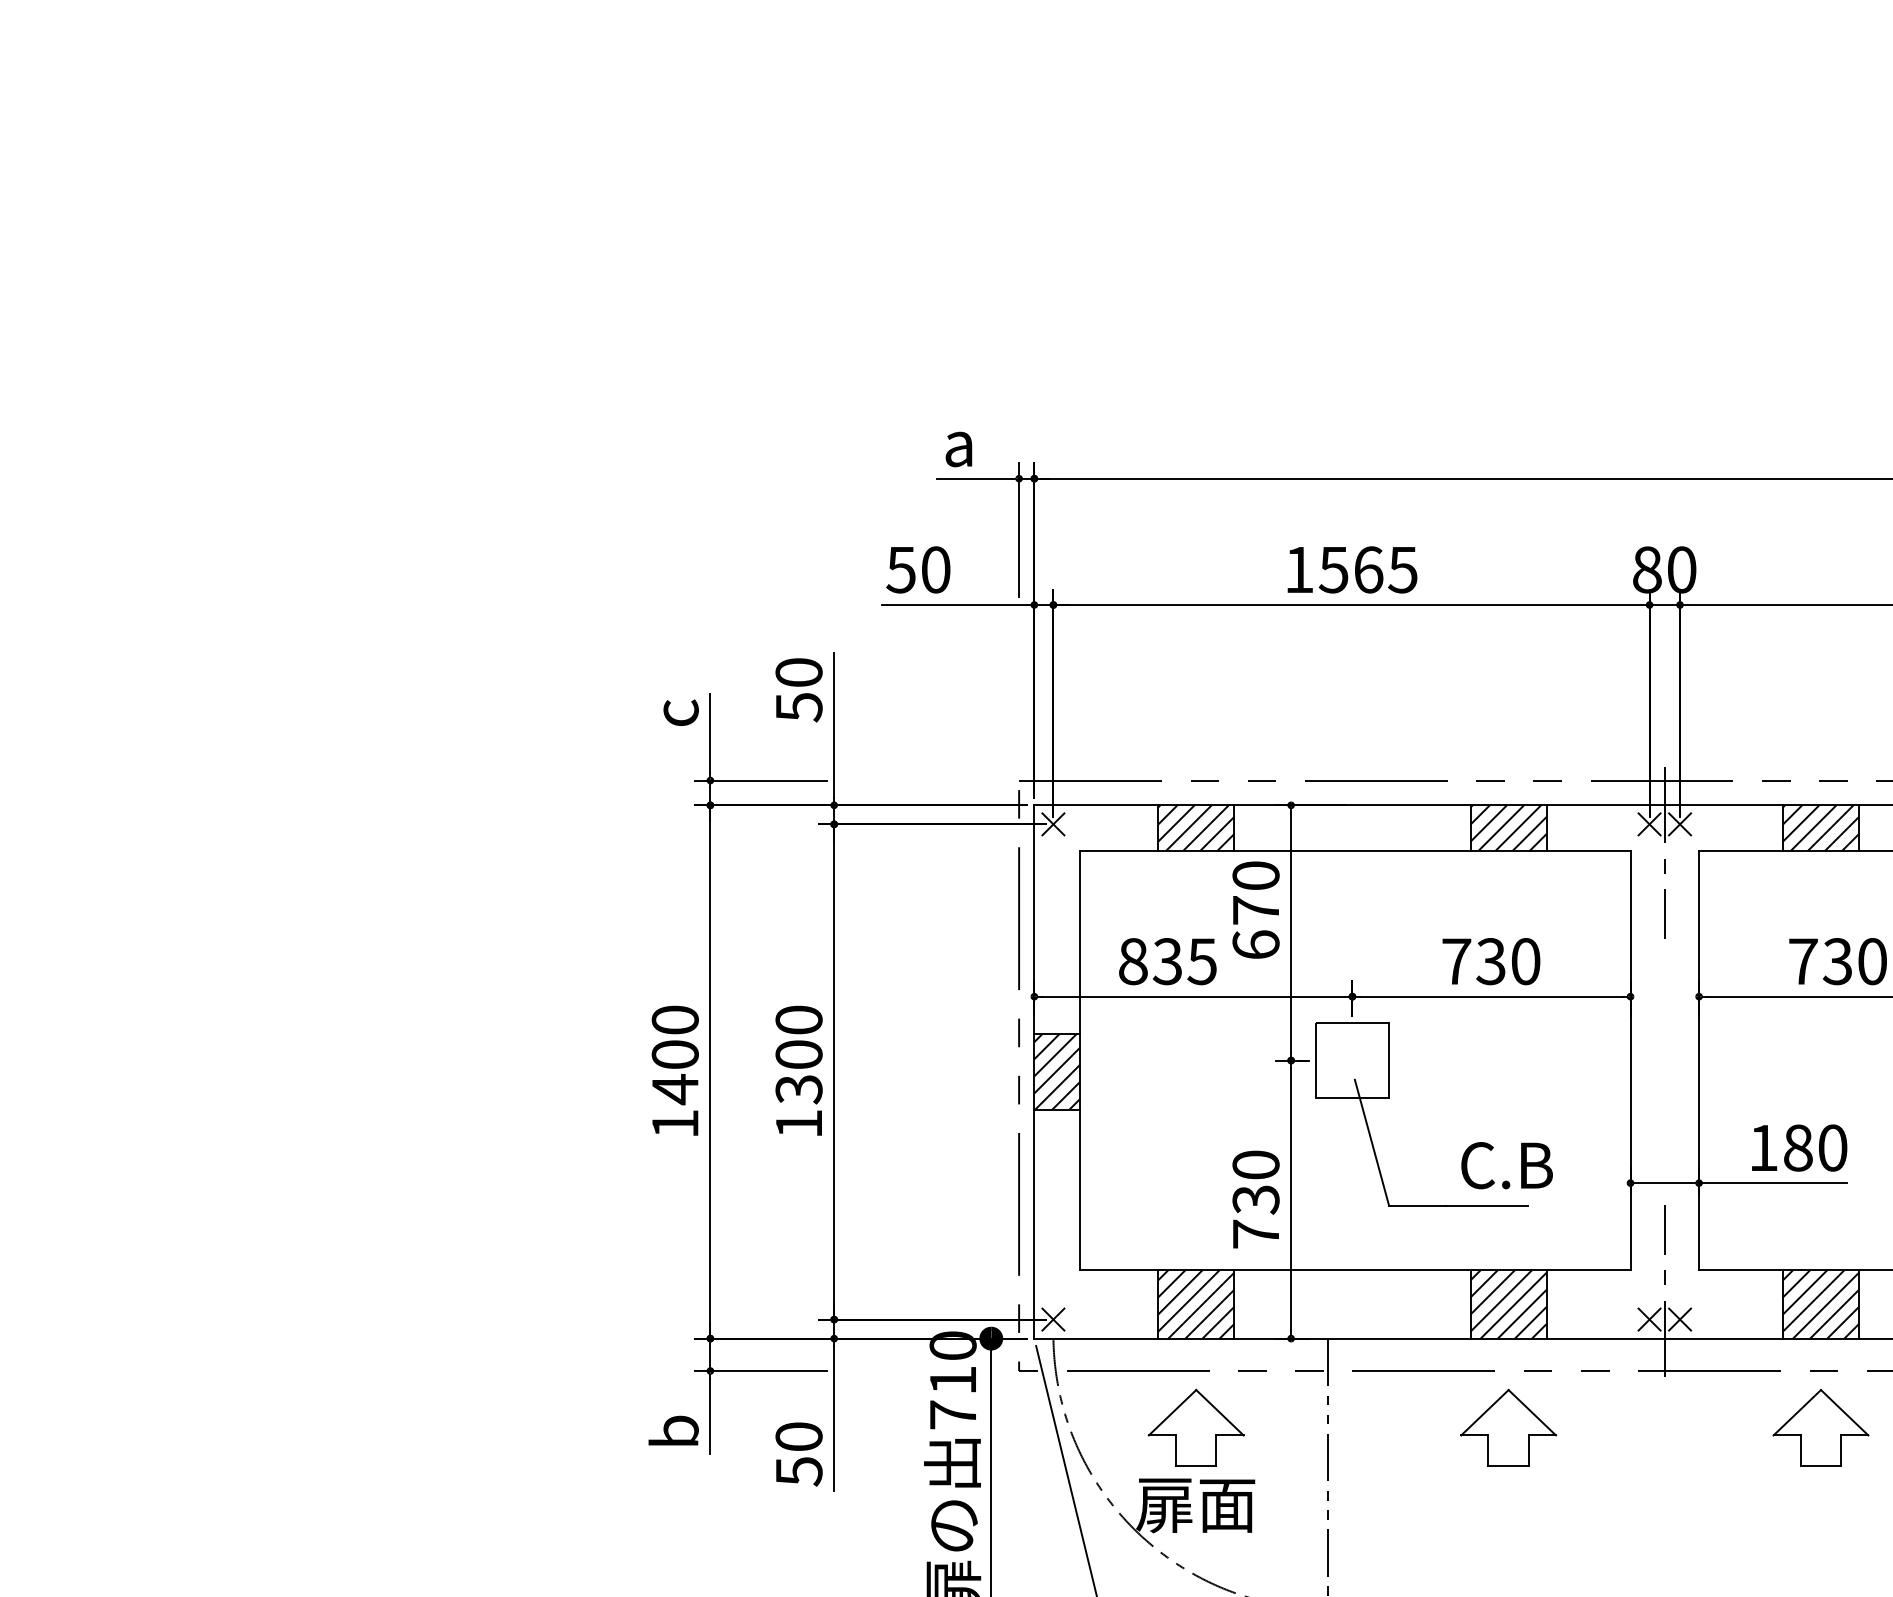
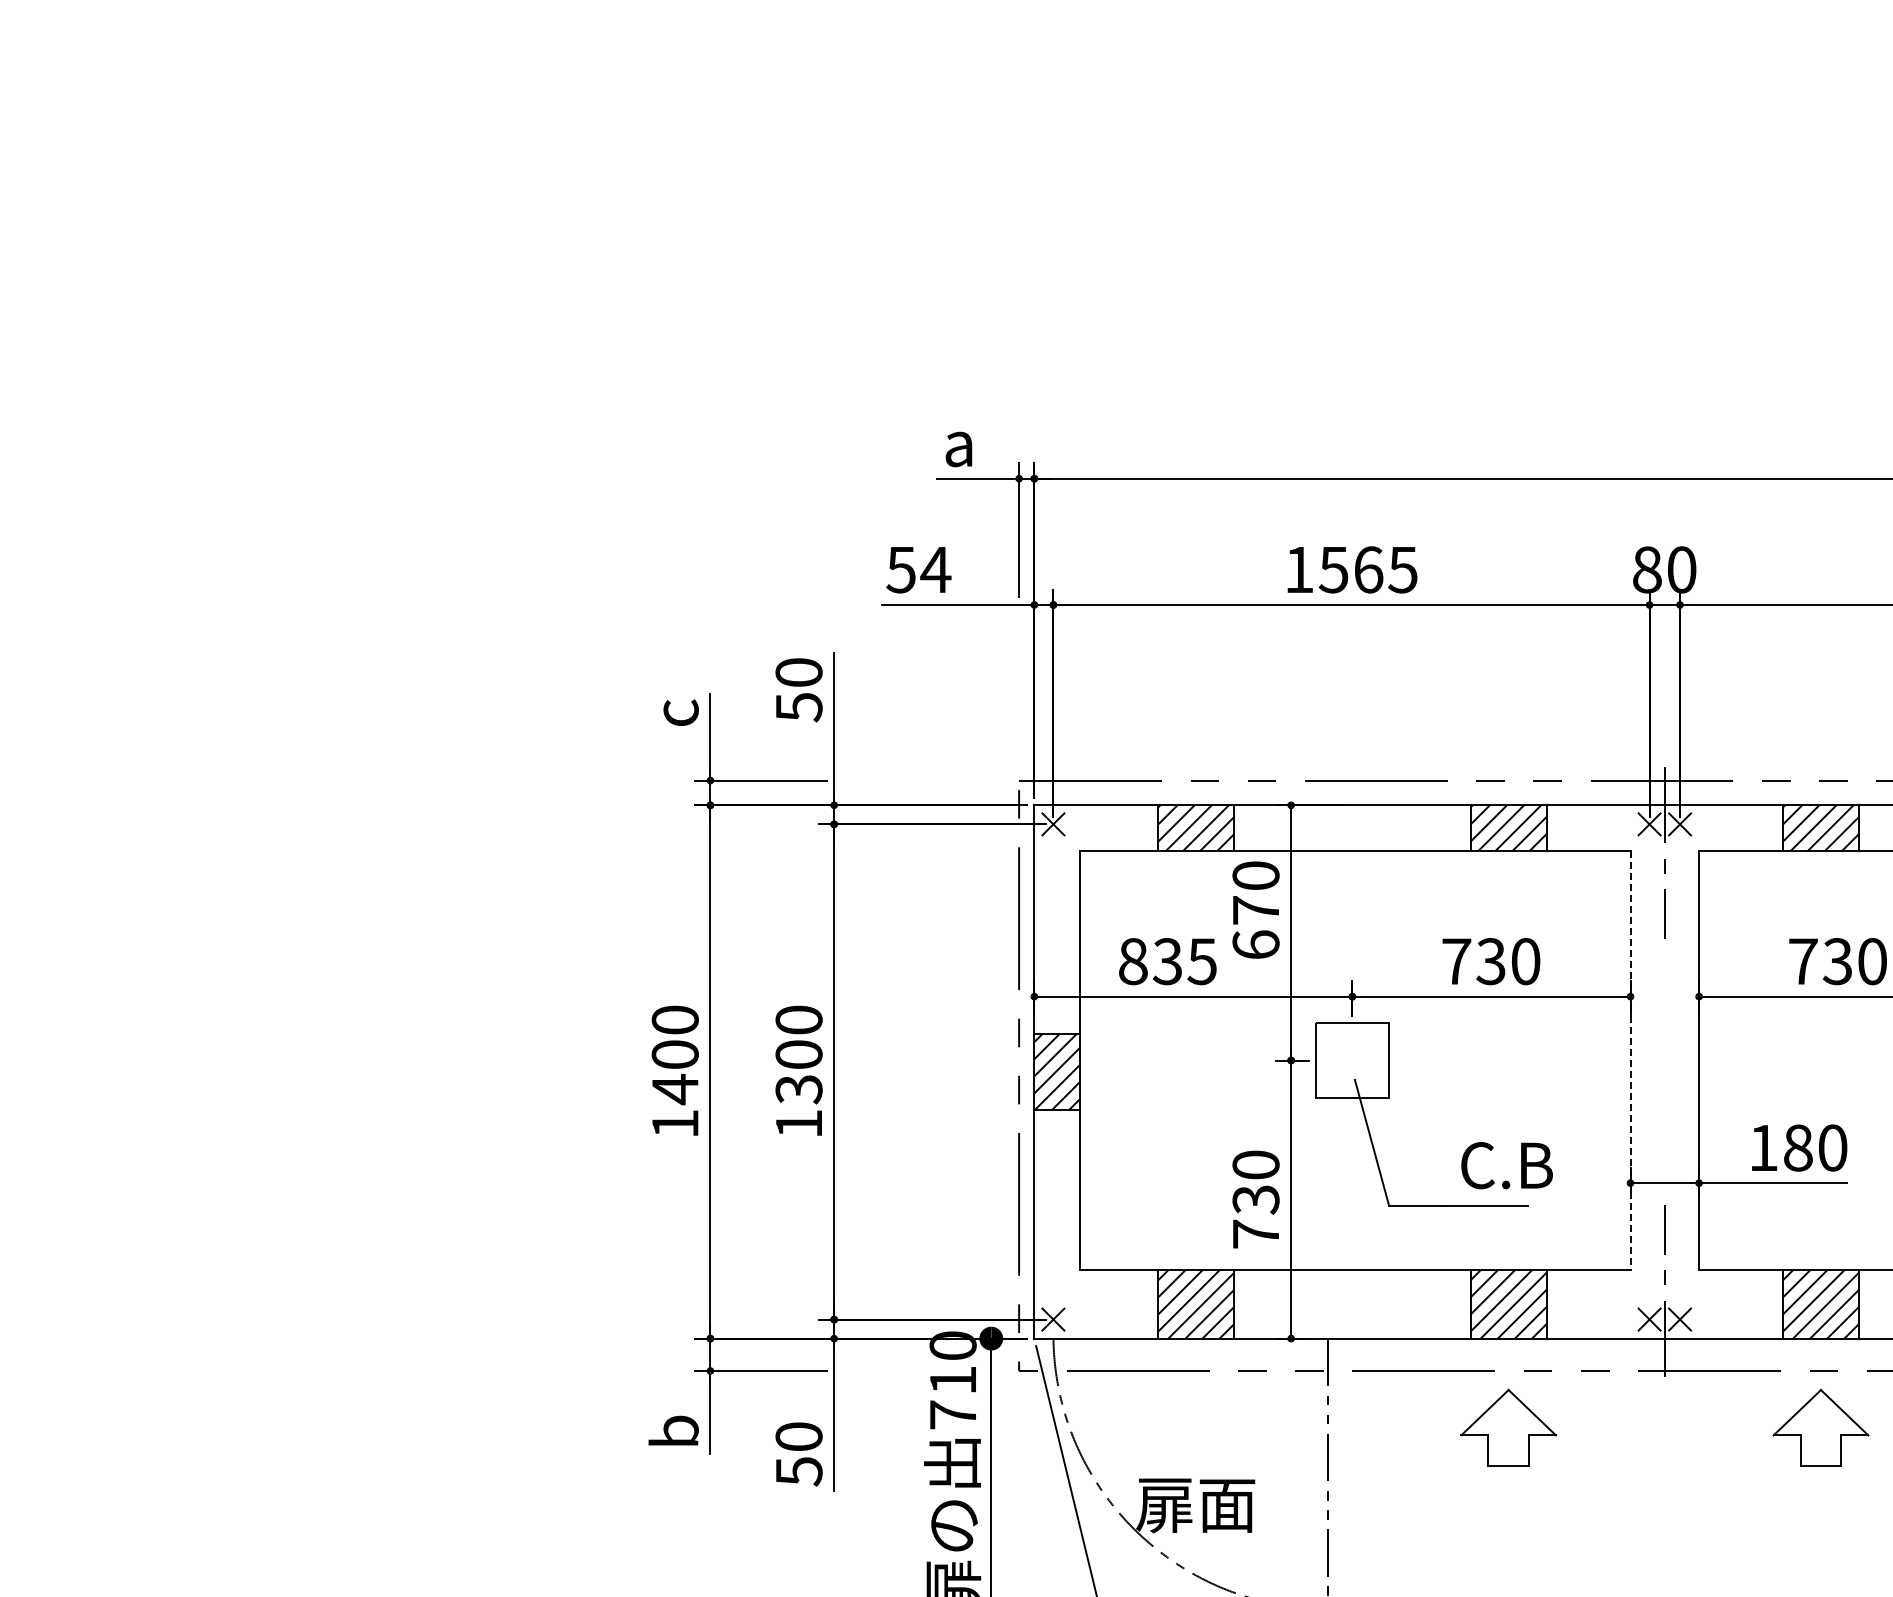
text at (935, 569): 50 -> 54
line at (1630, 1060): solid -> dashed
part at (1195, 1427): present -> none
